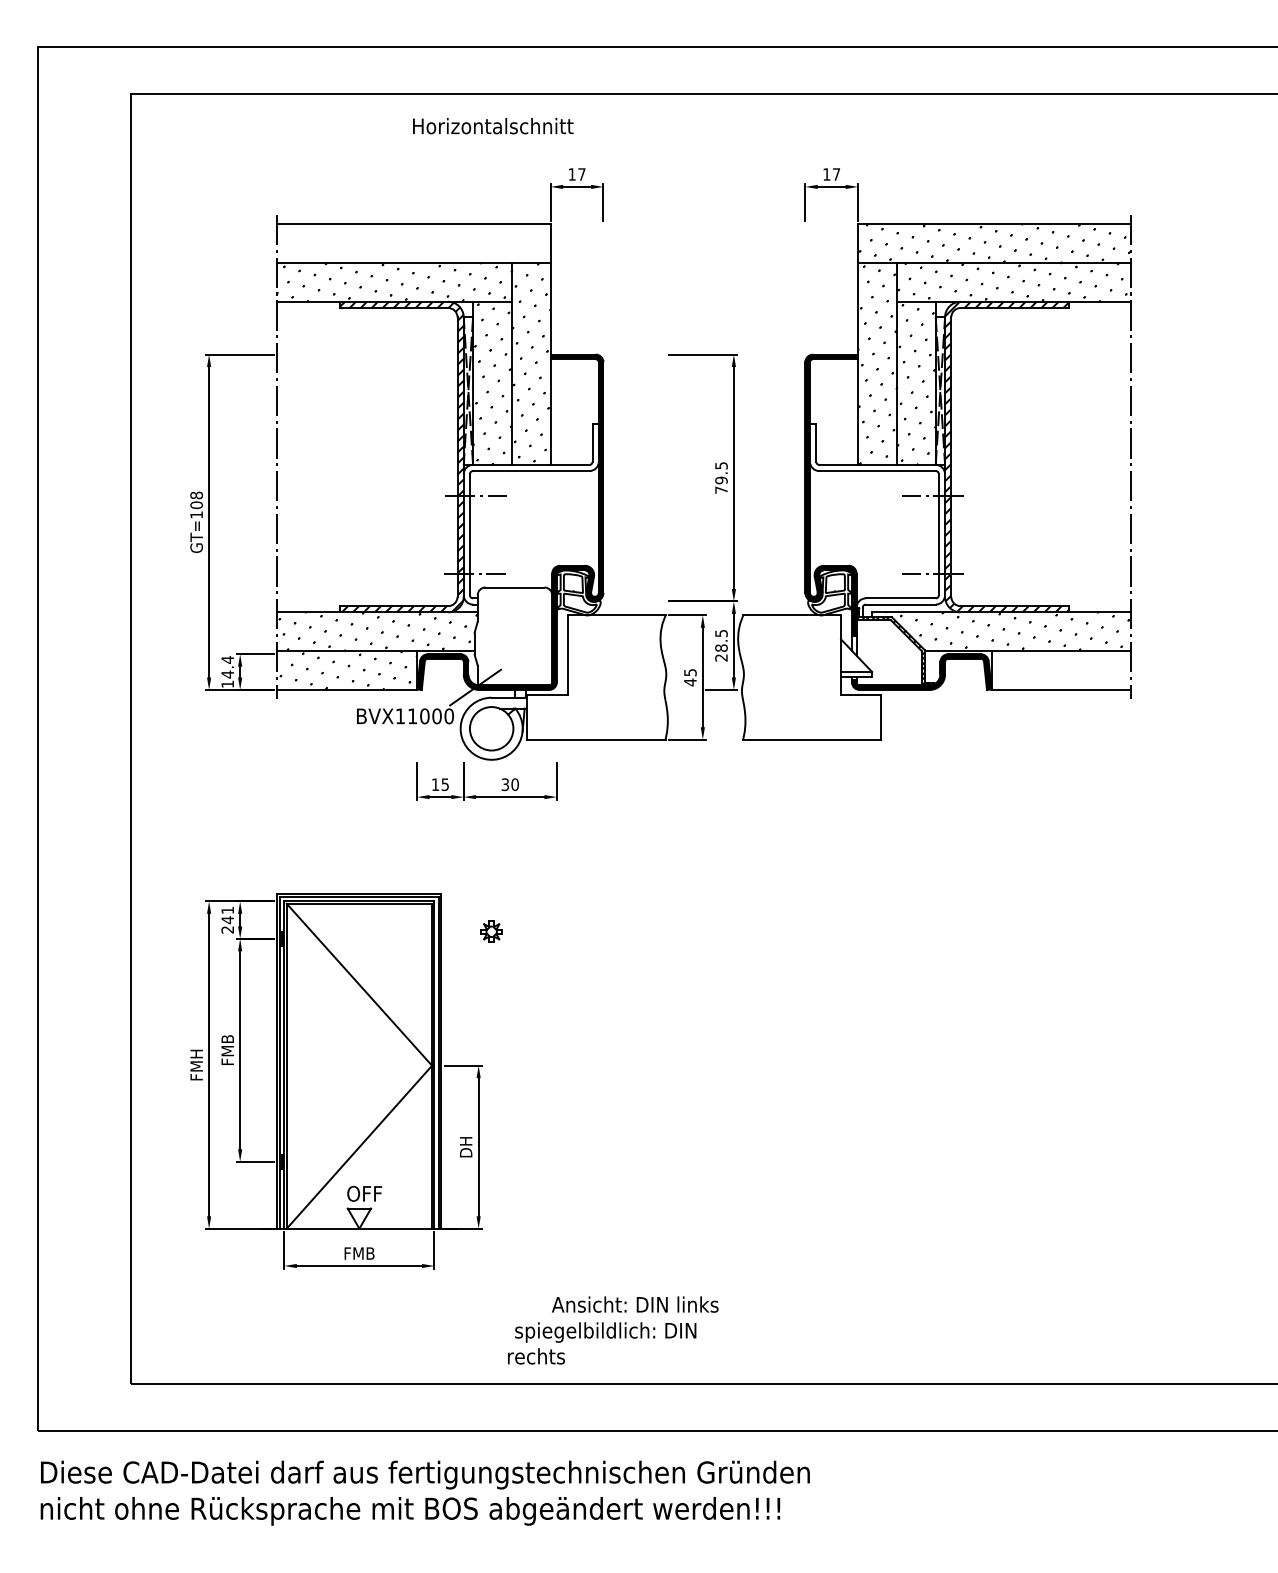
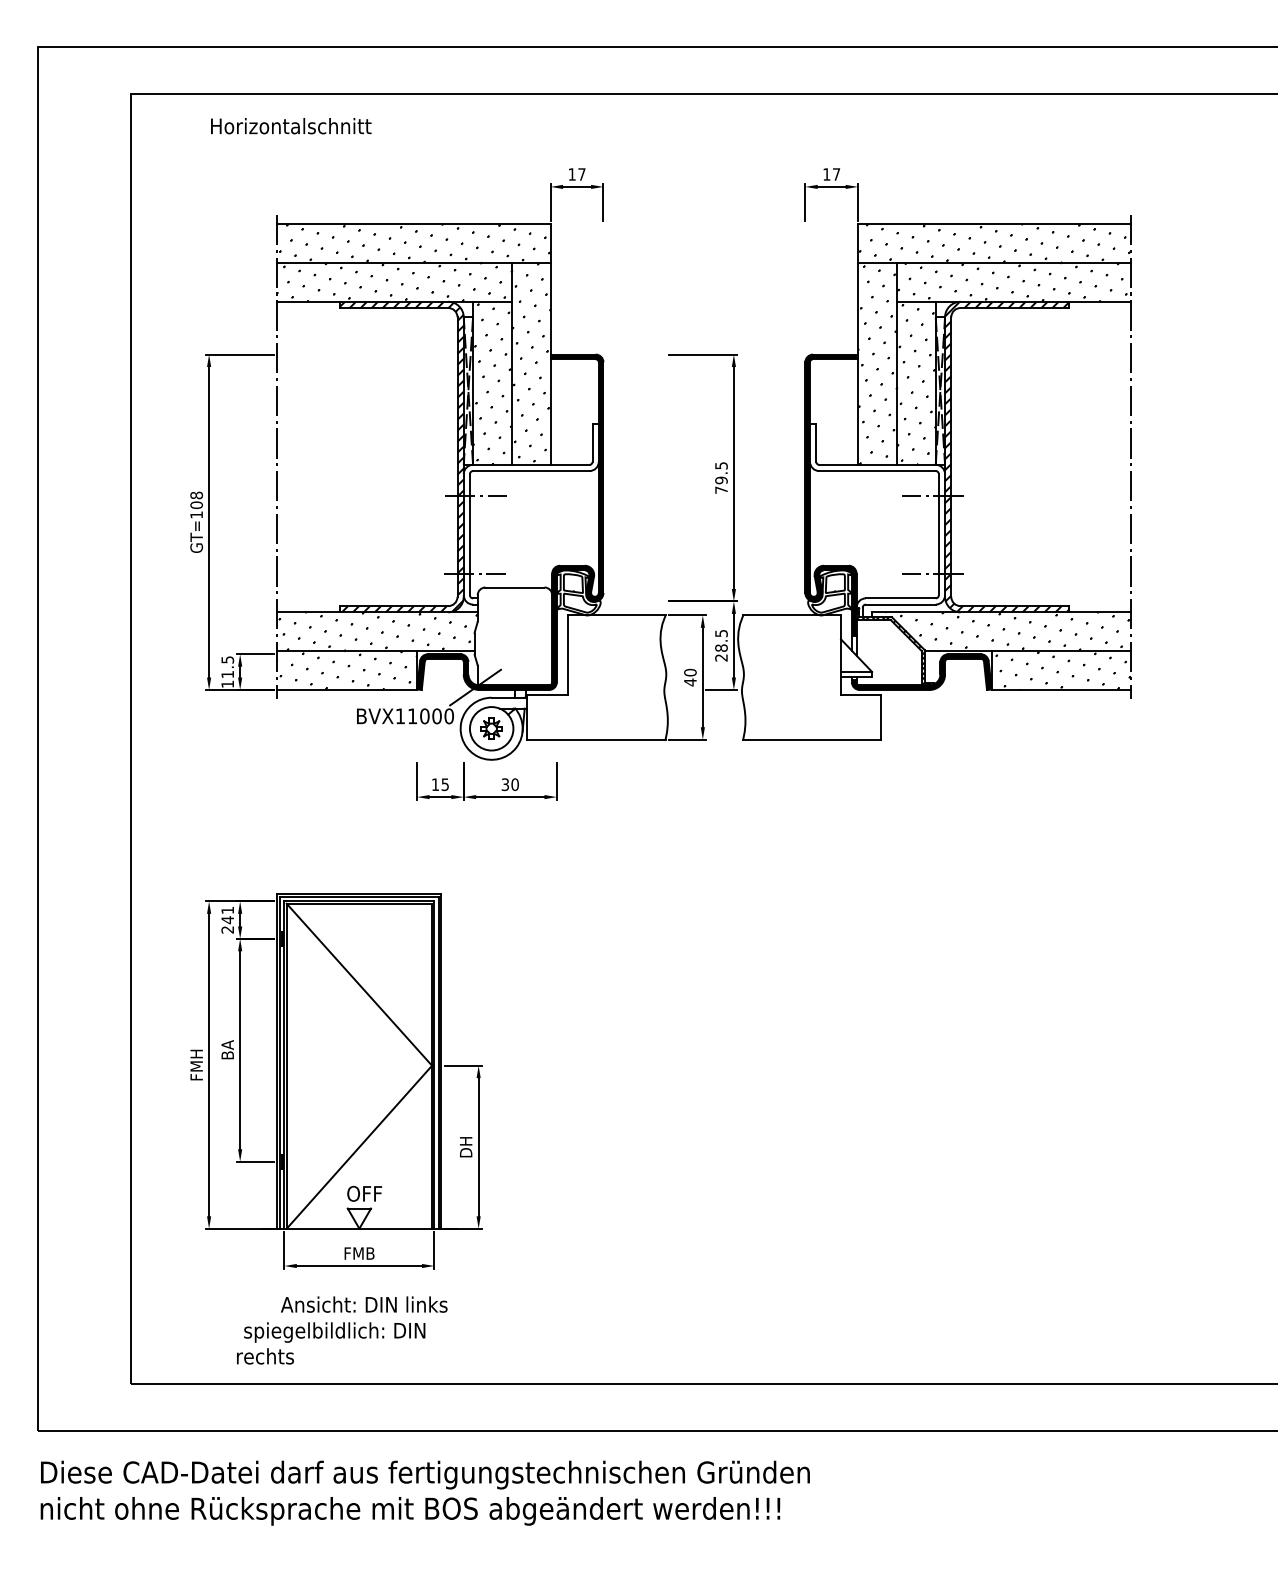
text at (493, 126) position: (493, 126) -> (291, 126)
hatch at (414, 243): none -> present
text at (227, 667): 14.4 -> 11.5
hatch at (1062, 670): none -> present
text at (690, 672): 45 -> 40
part at (491, 931) position: (491, 931) -> (491, 728)
text at (227, 1049): FMB -> BA
text at (613, 1330) position: (613, 1330) -> (342, 1330)
